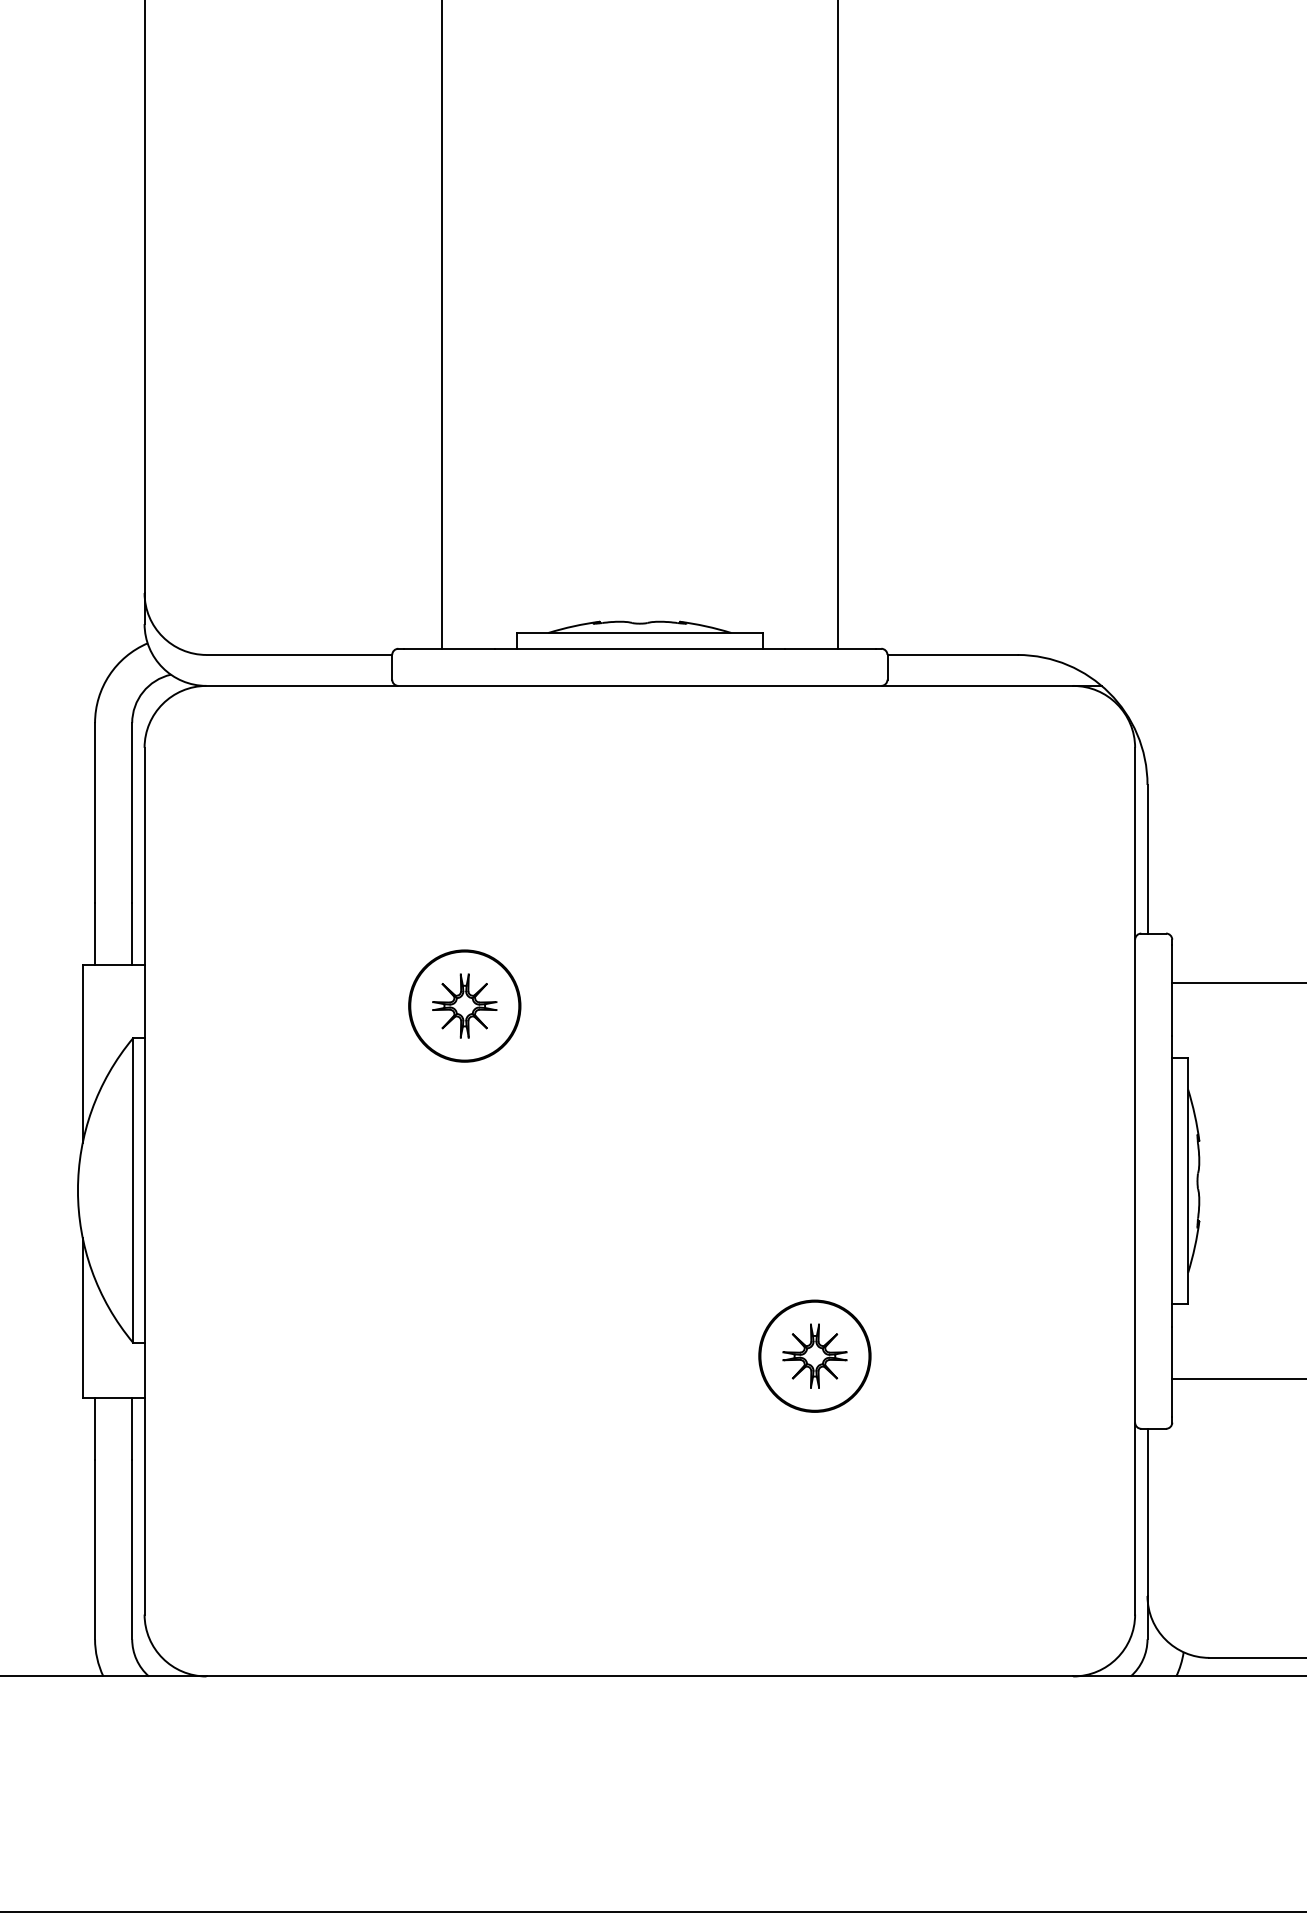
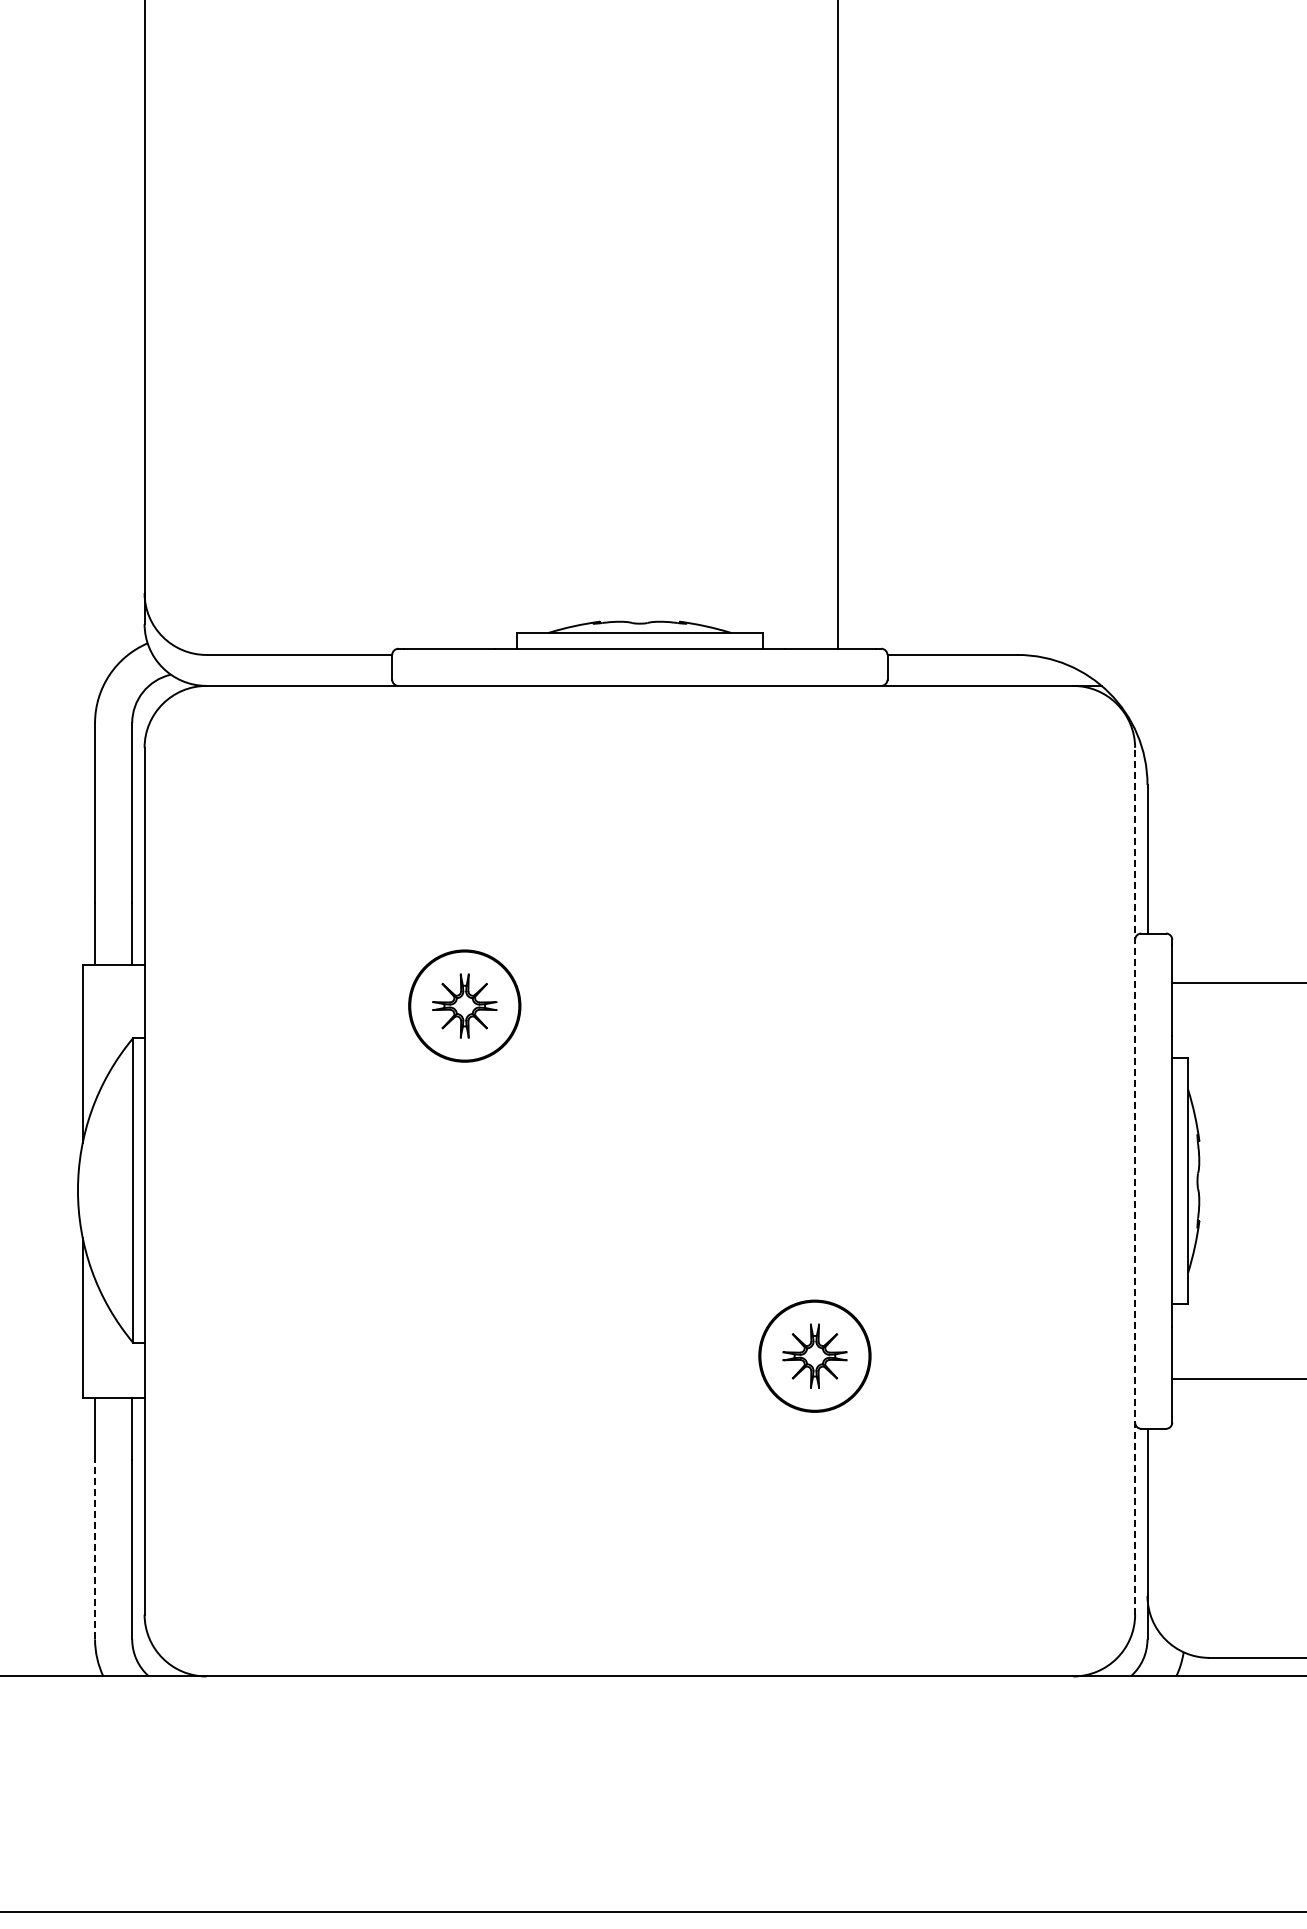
line at (441, 325): present -> none
line at (1135, 1180): solid -> dashed
line at (95, 1549): solid -> dashed
